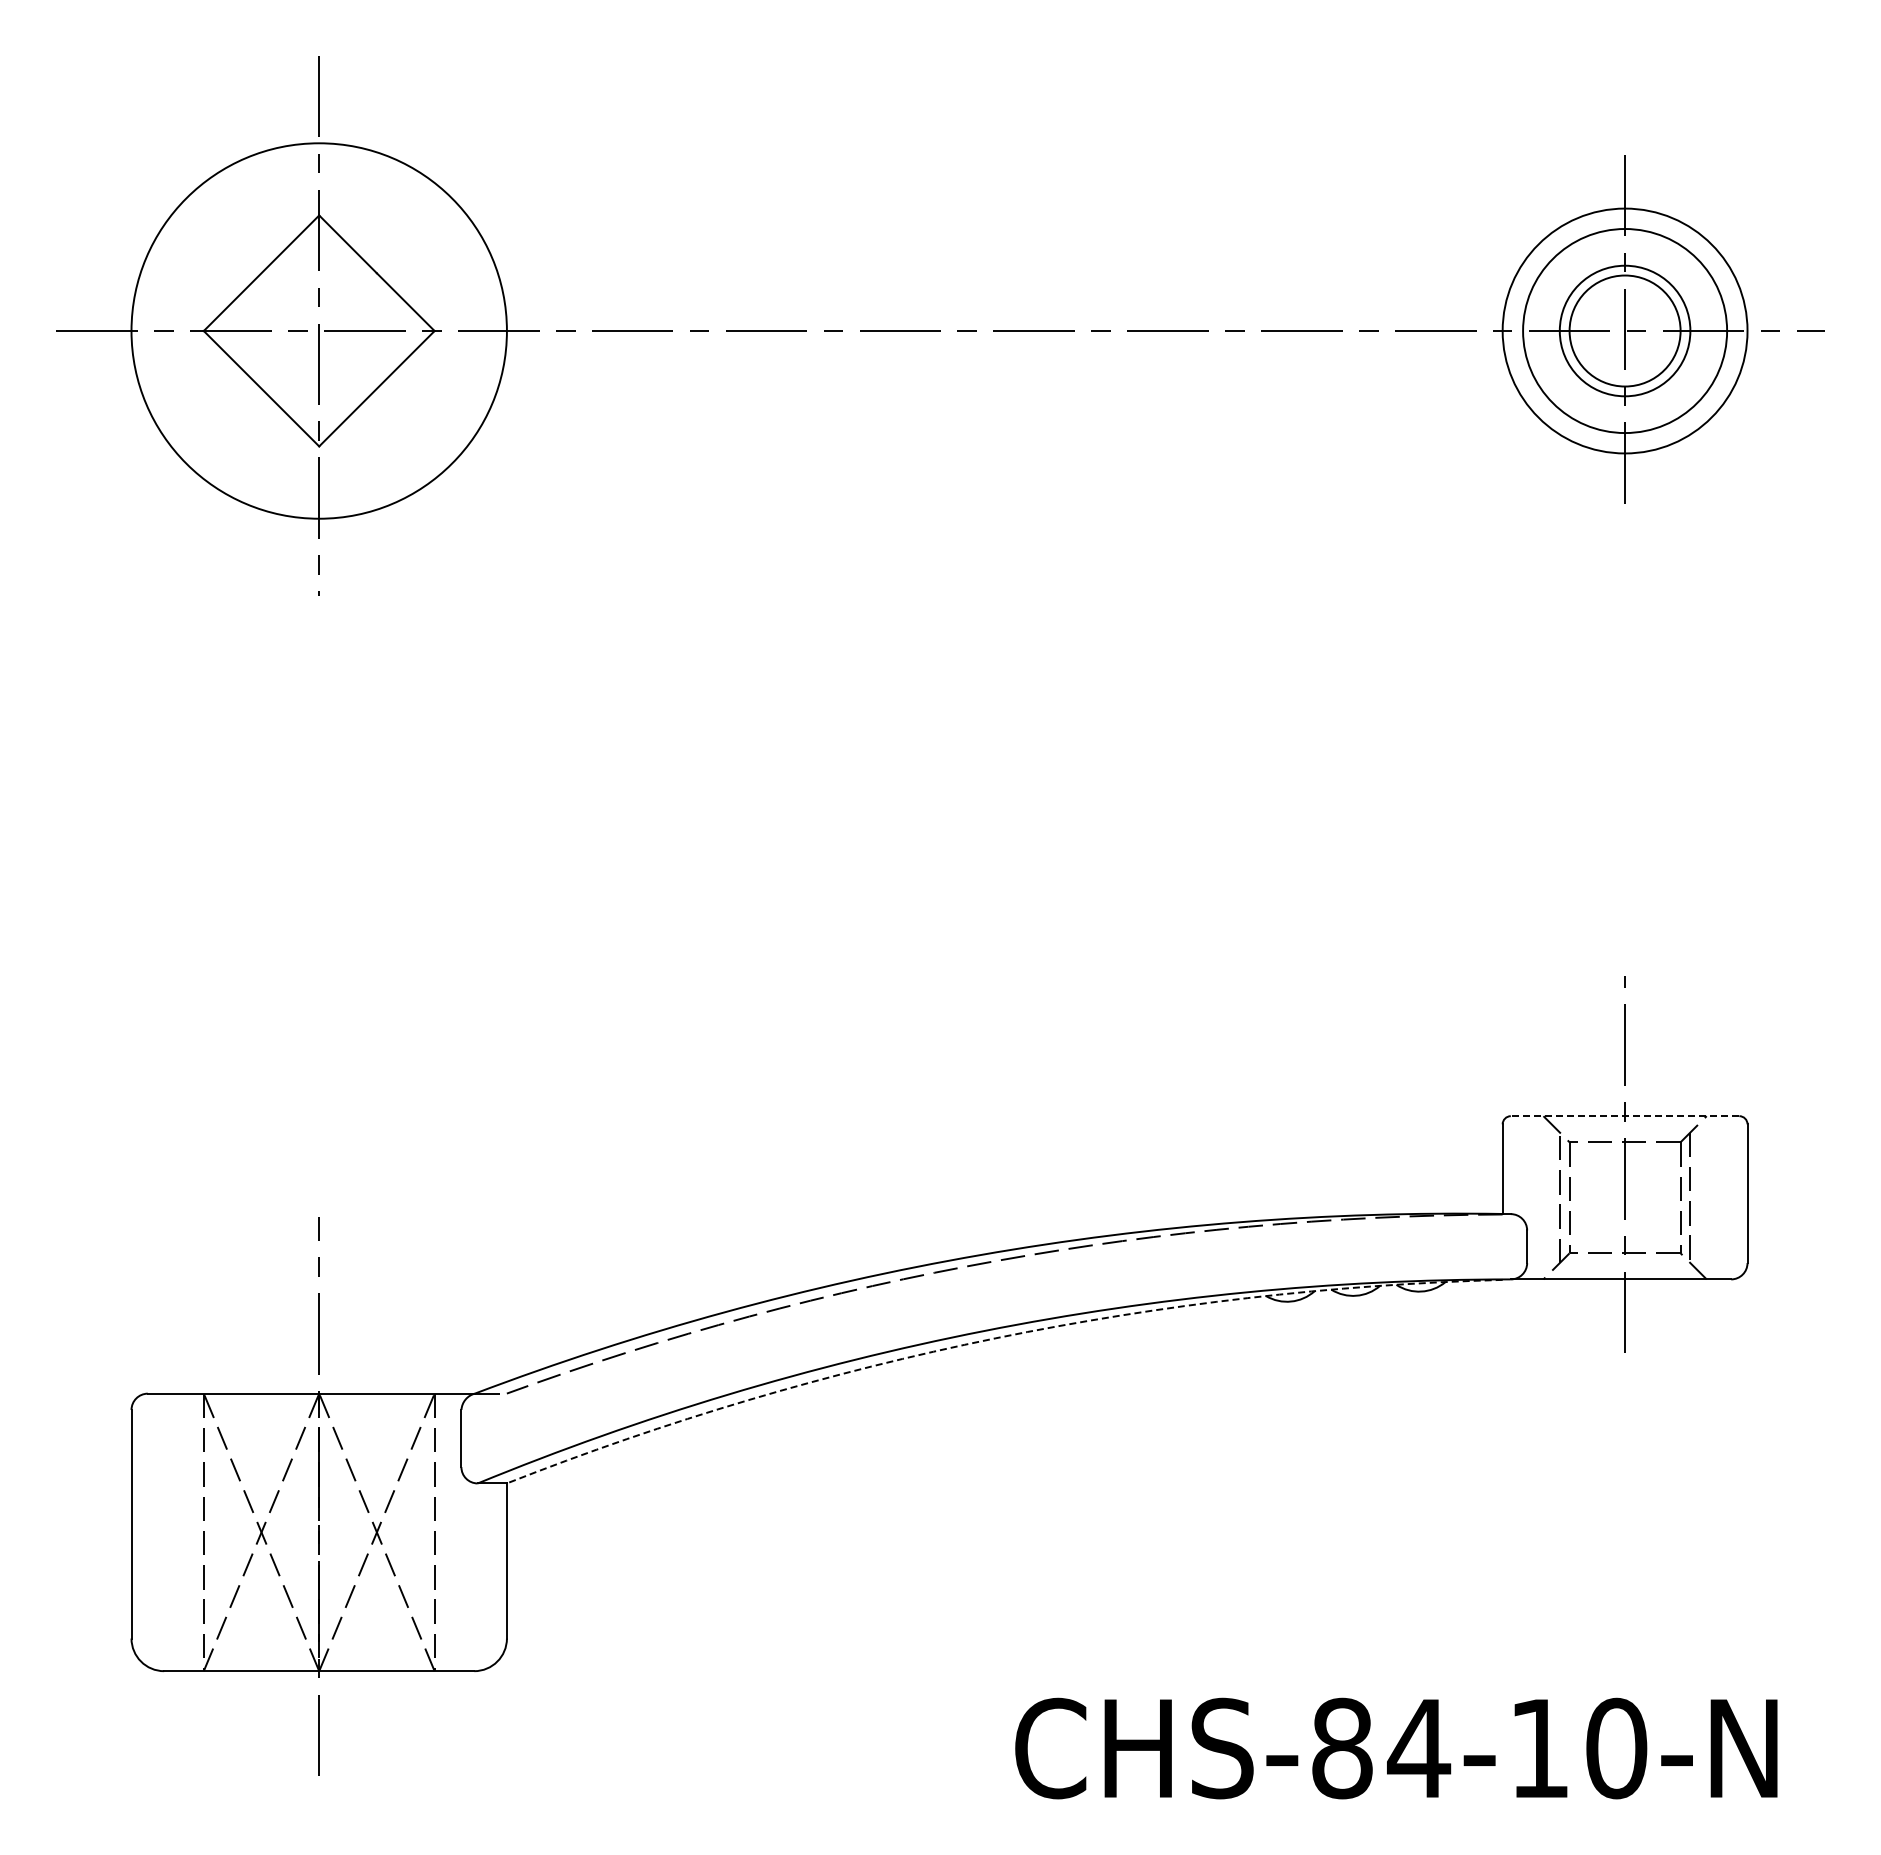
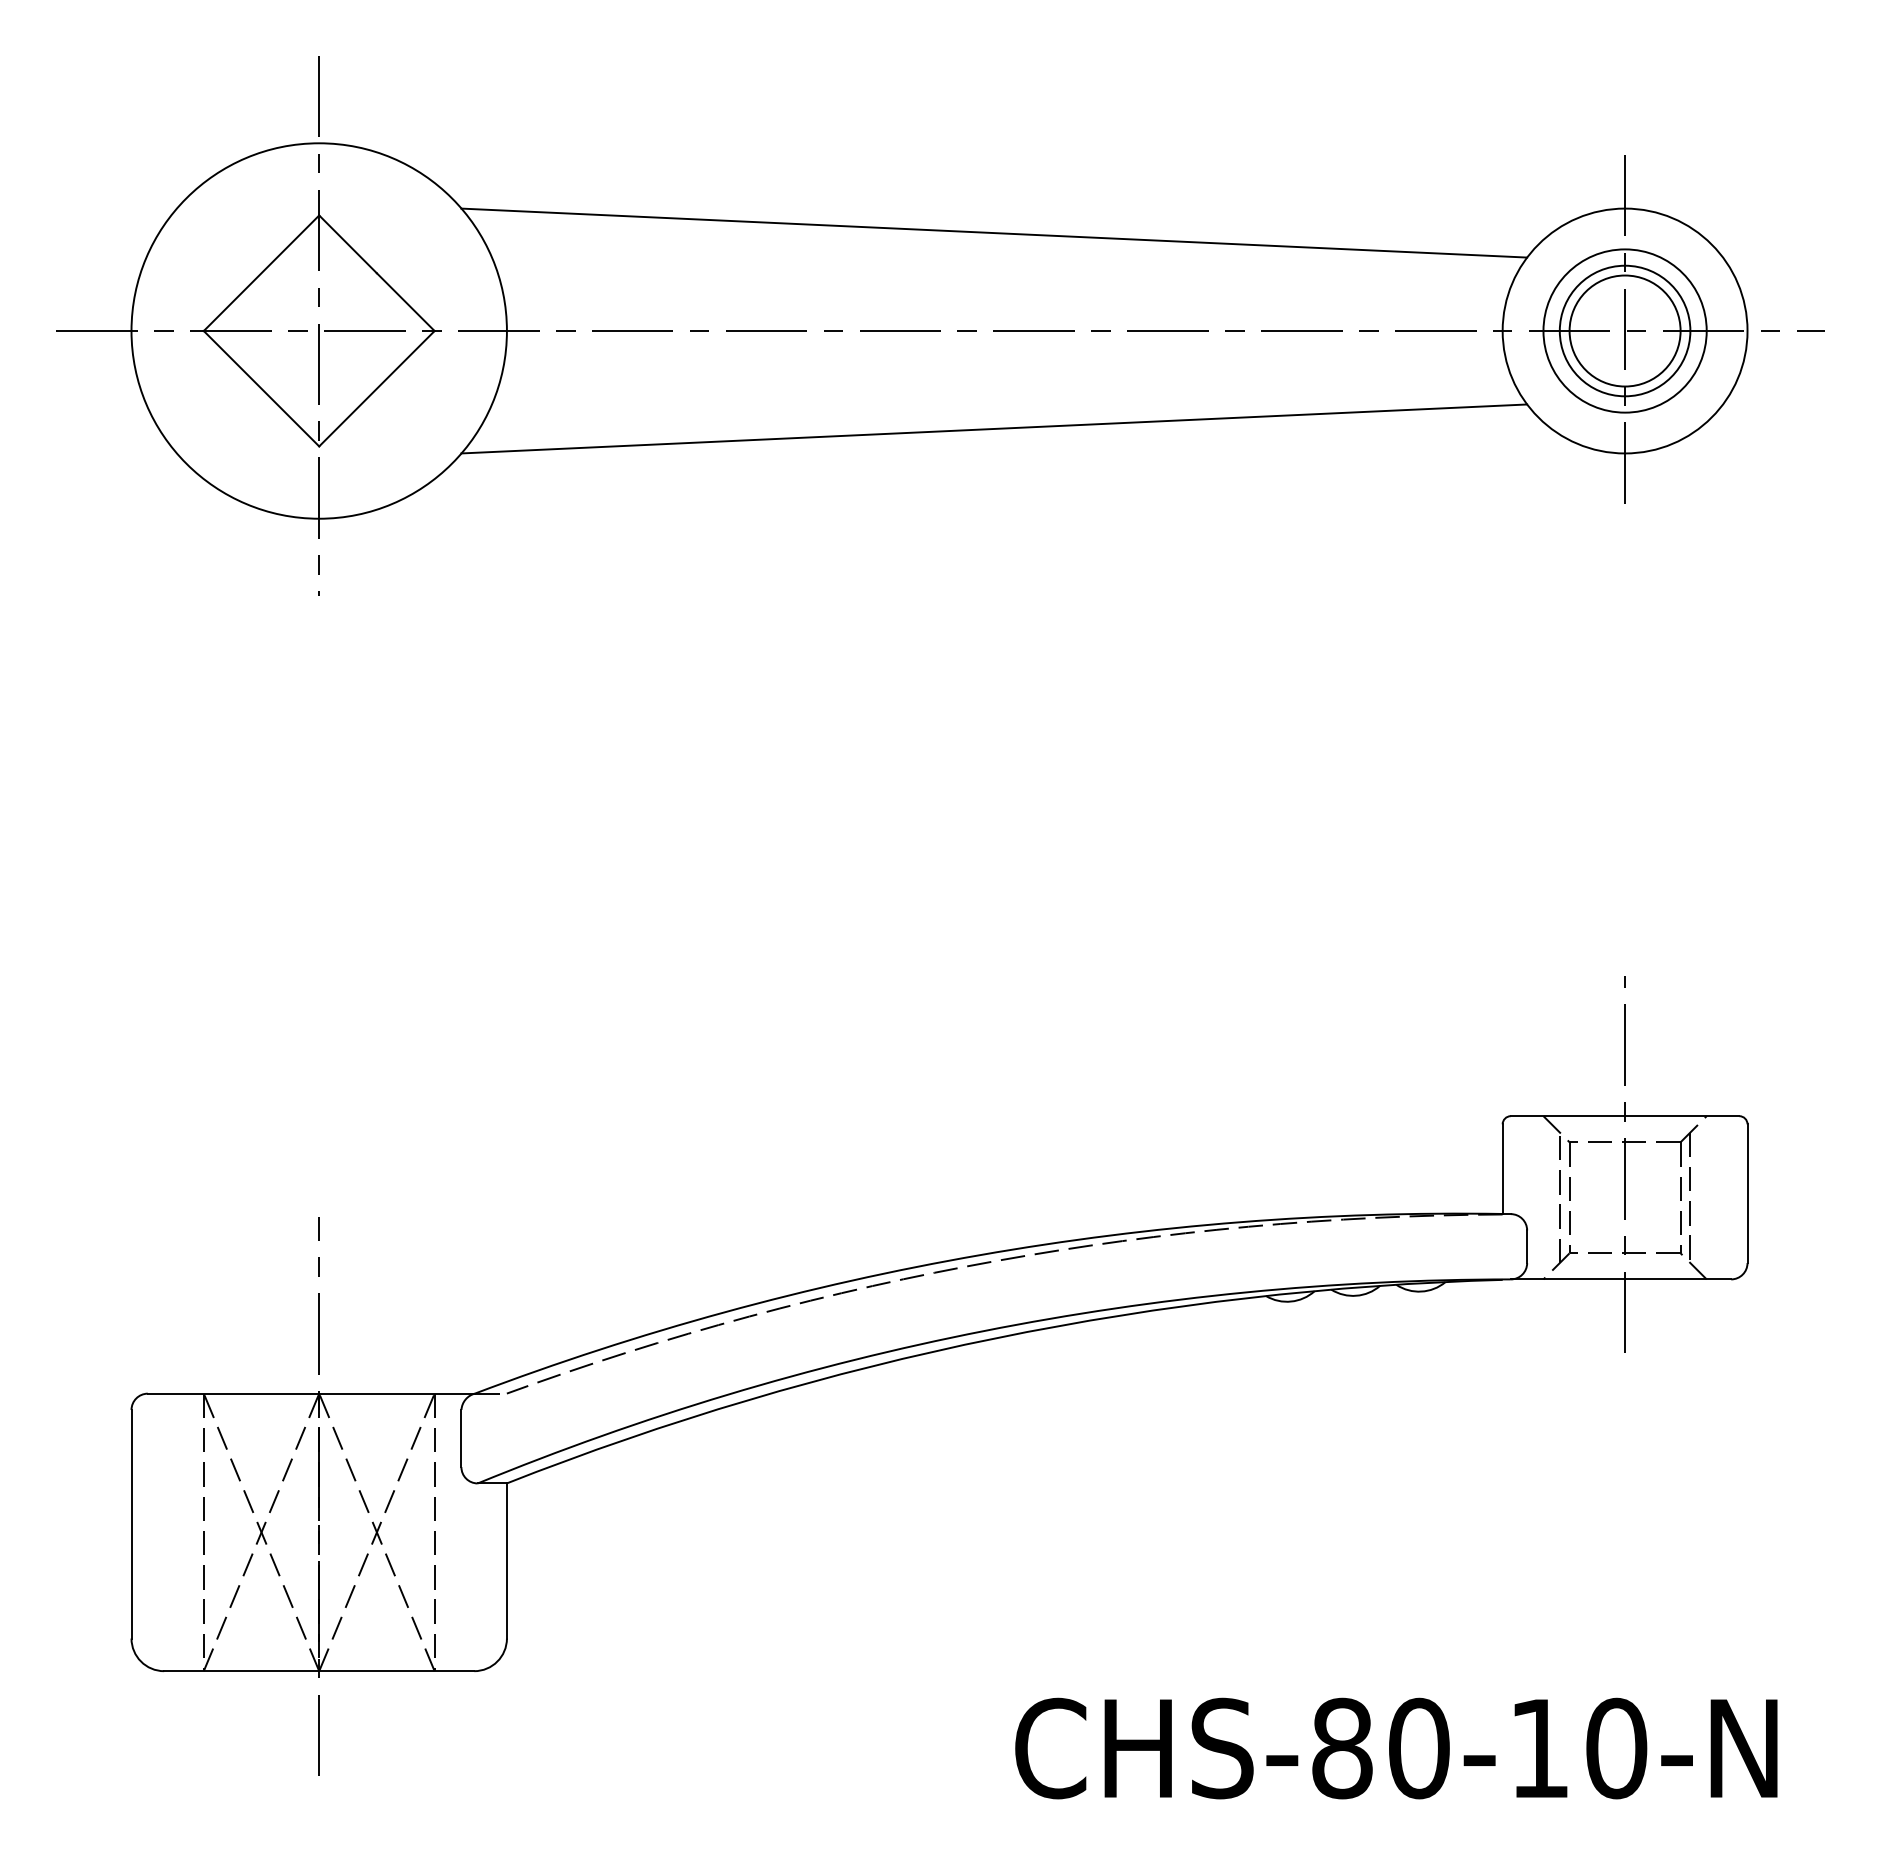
line at (994, 232): none -> present
circle at (1625, 331) diameter: 204 px -> 163 px
line at (994, 428): none -> present
line at (1624, 1116): dashed -> solid
arc at (995, 1338): dashed -> solid
text at (1419, 1748): CHS-84-10-N -> CHS-80-10-N
